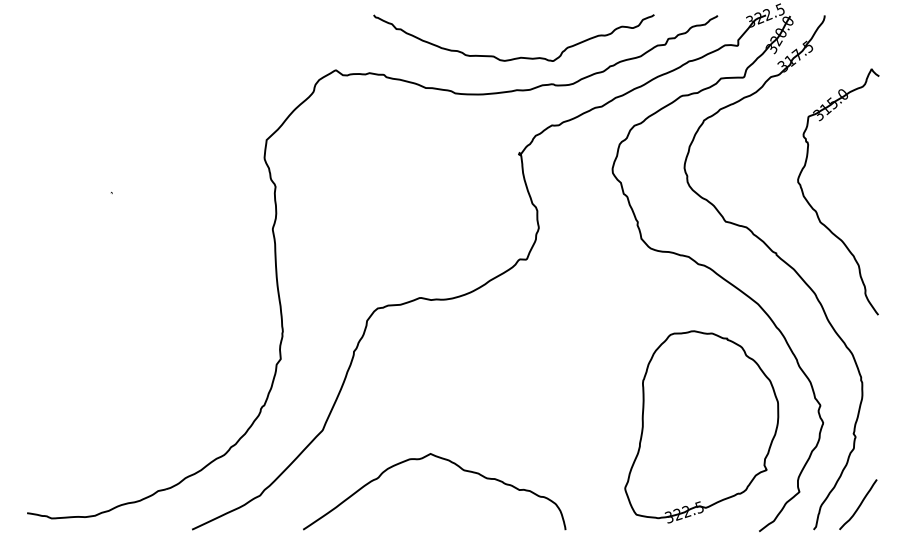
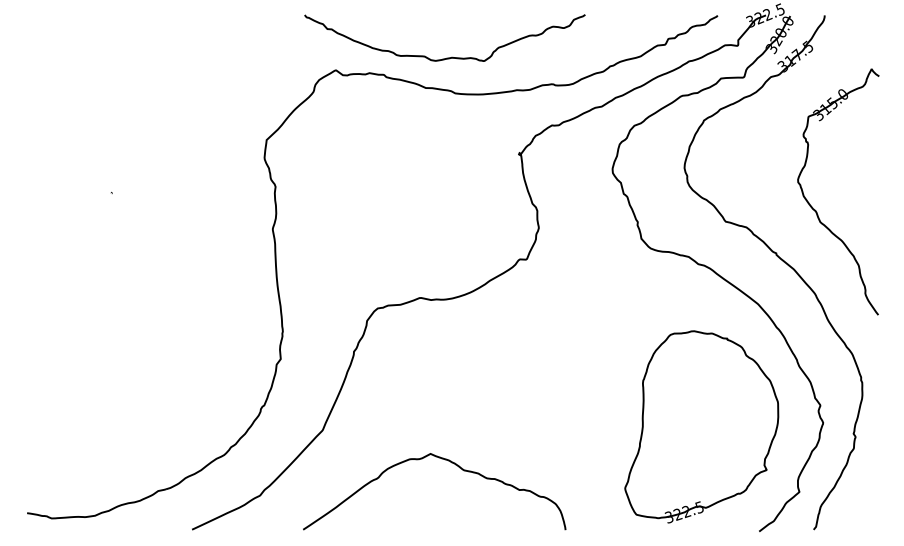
curve at (515, 57) position: (515, 57) -> (446, 57)
curve at (859, 504): present -> none
